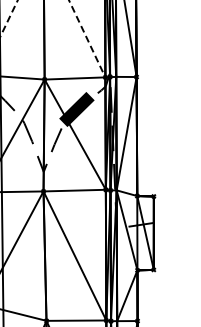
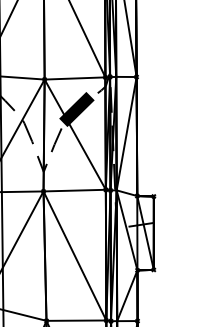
line at (8, 19): dashed -> solid
line at (87, 39): dashed -> solid
